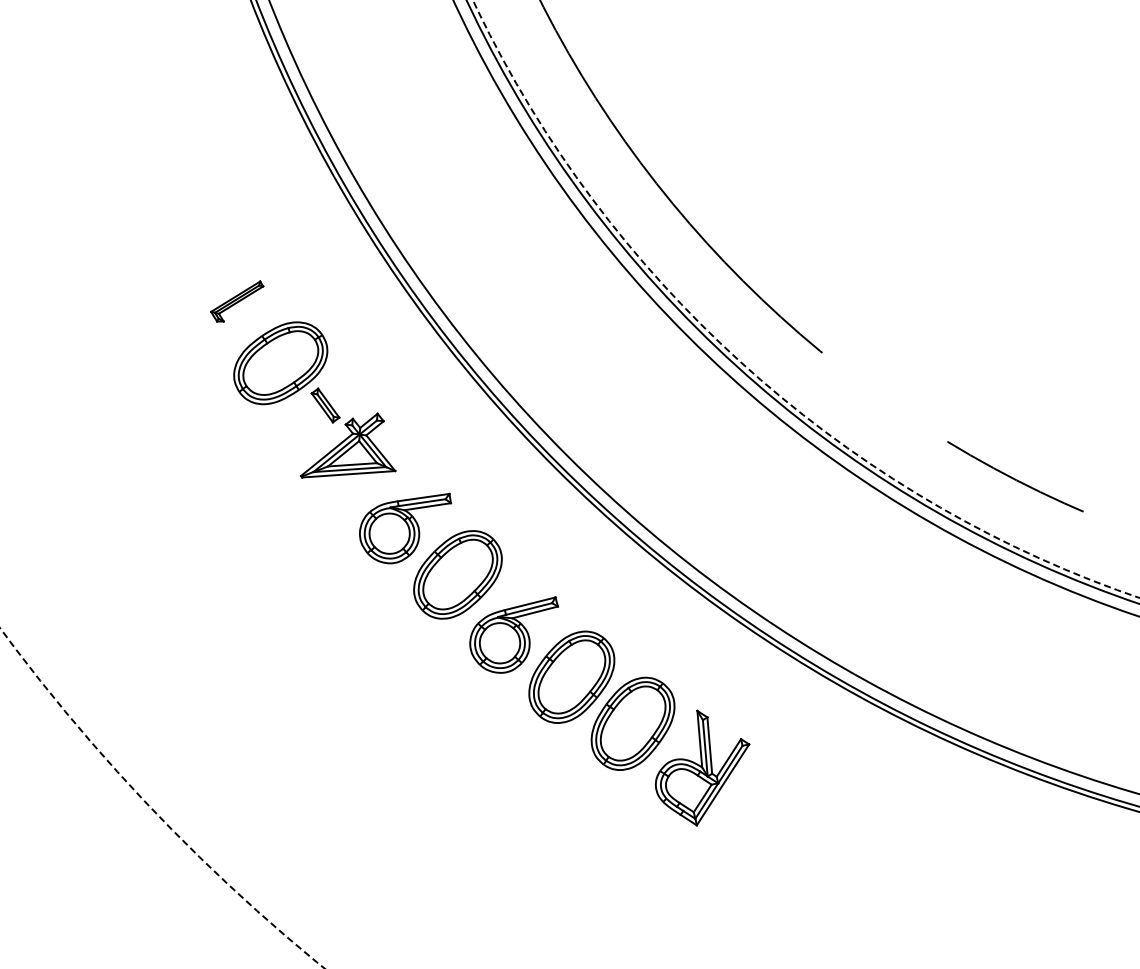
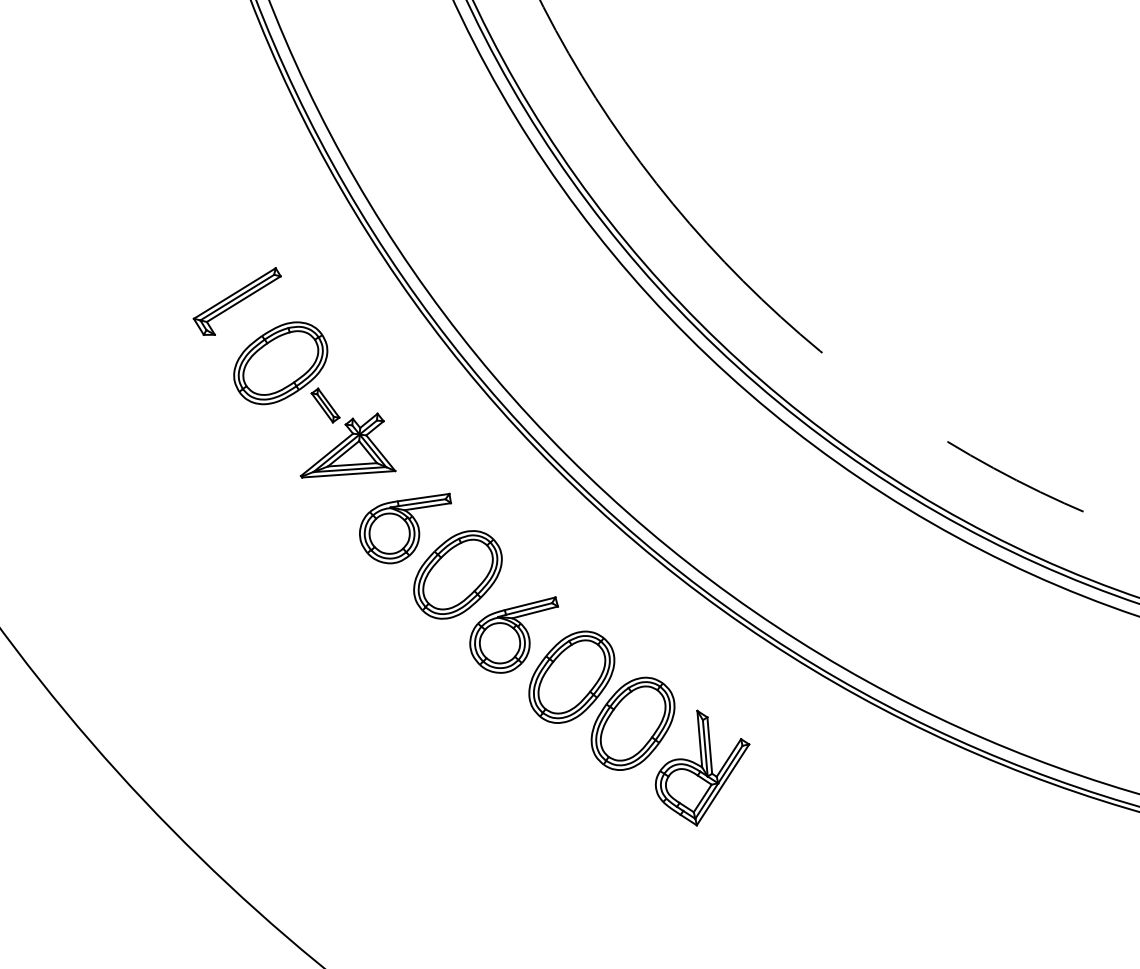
circle at (806, 299): dashed -> solid
part at (237, 301) size: 55x43 px -> 90x69 px
arc at (153, 810): dashed -> solid
